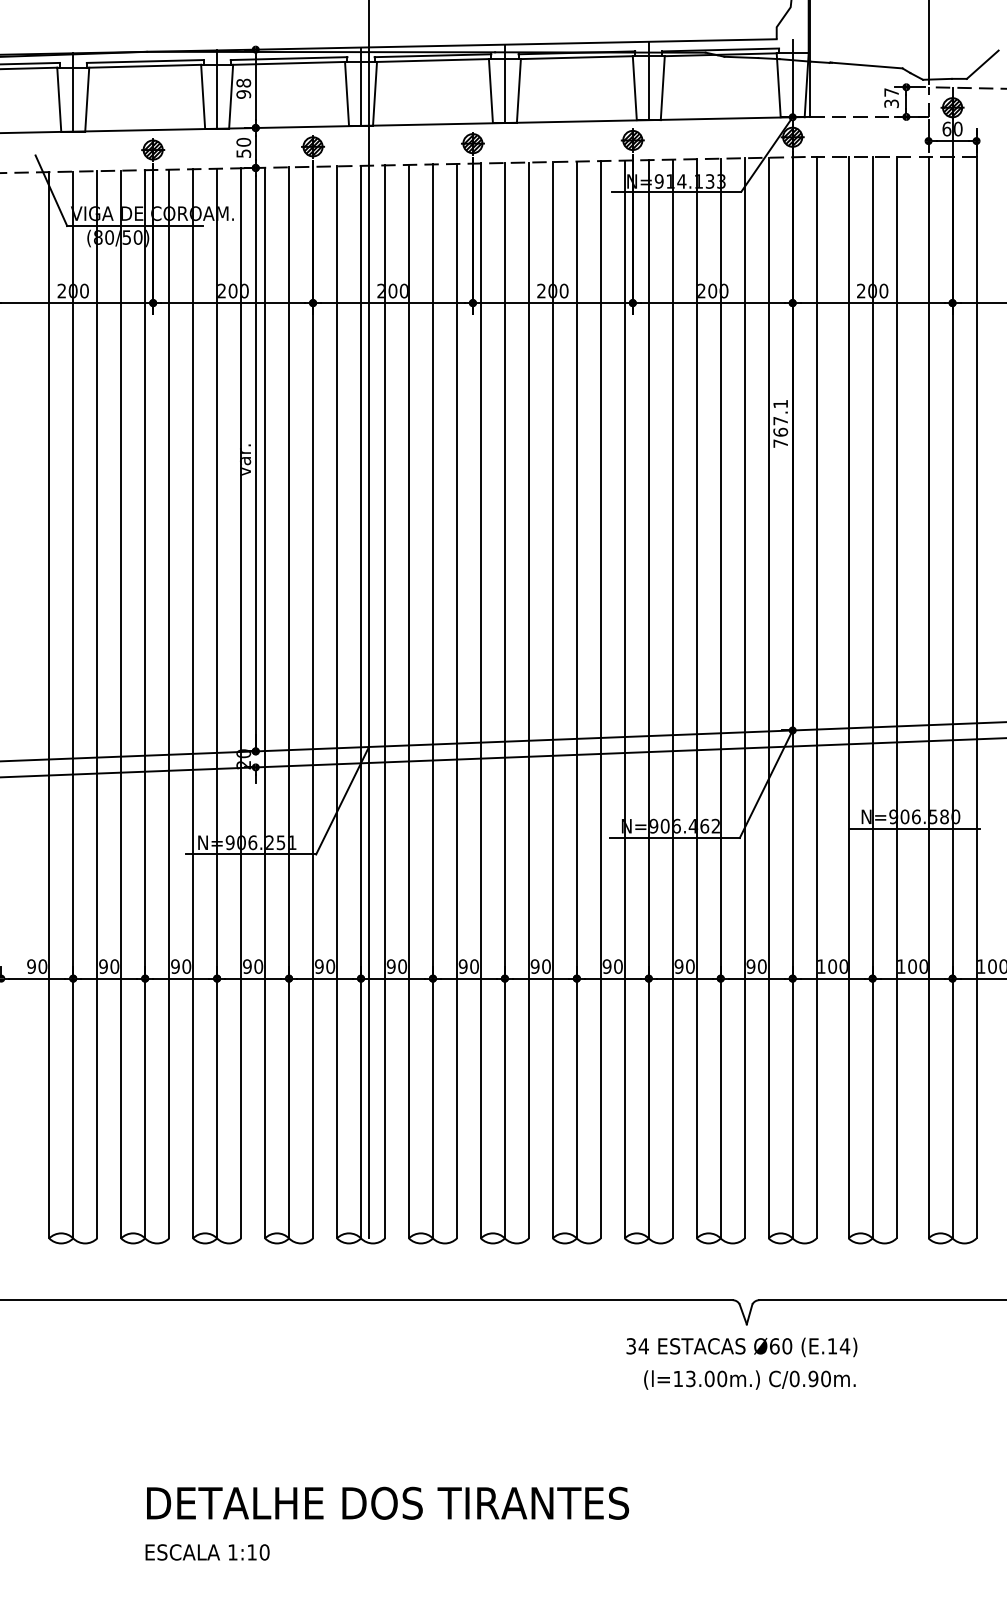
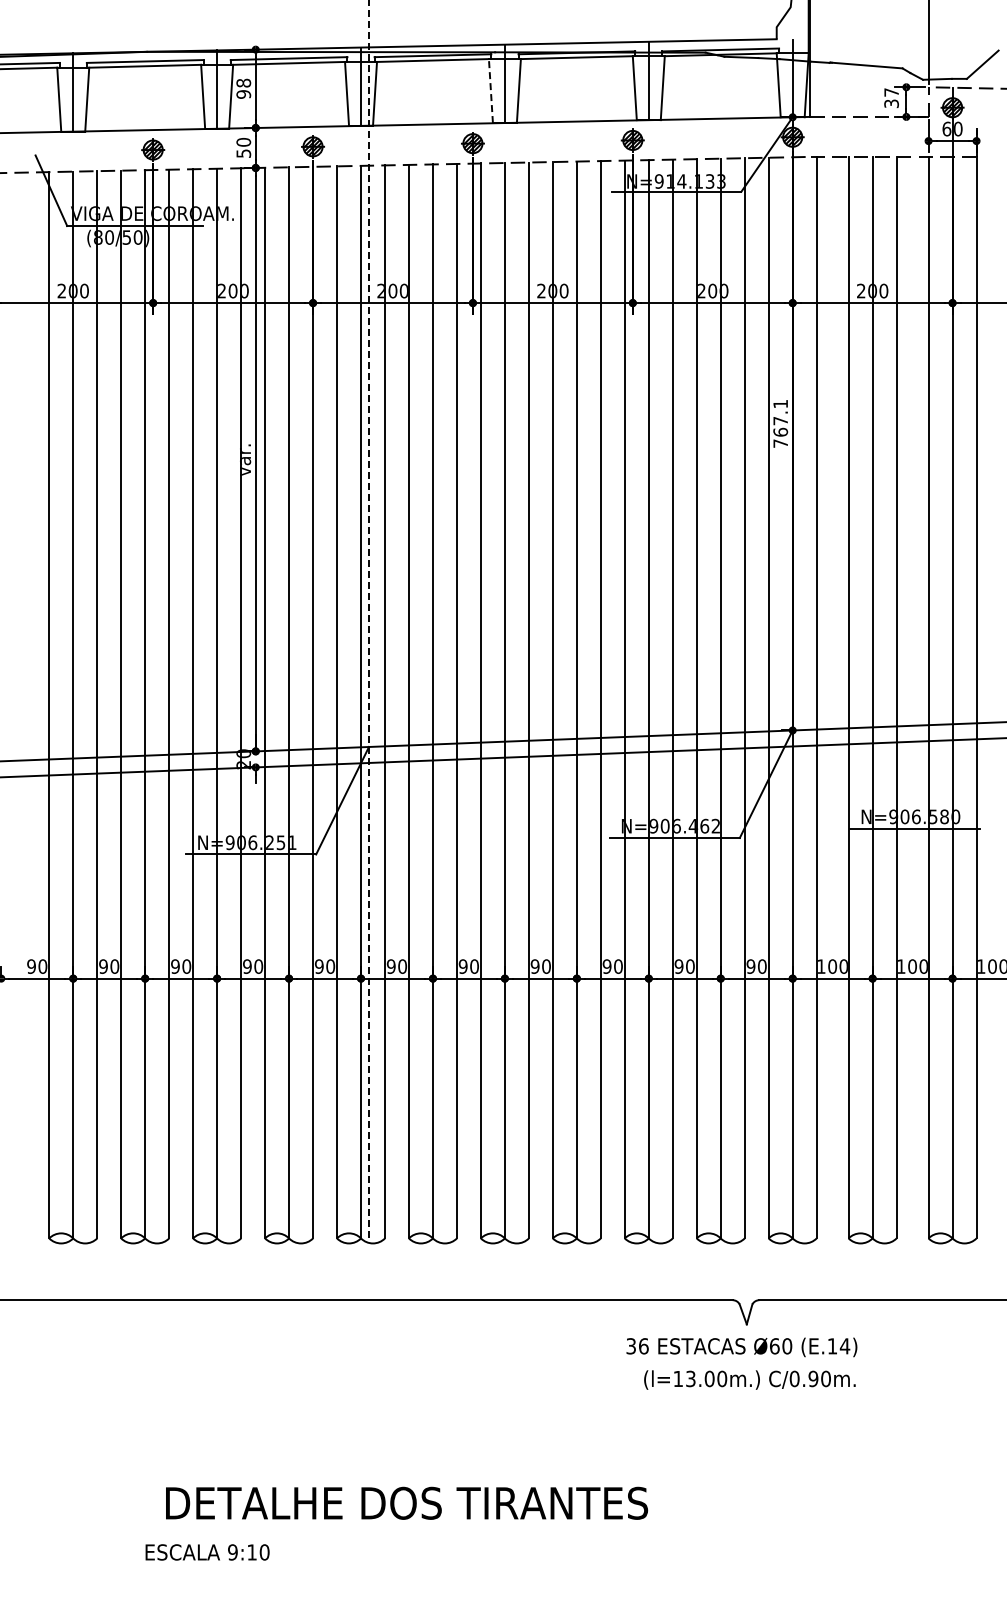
line at (490, 90): solid -> dashed
line at (369, 619): solid -> dashed
text at (643, 1346): 34 -> 36
text at (388, 1502) position: (388, 1502) -> (407, 1502)
text at (232, 1552): 1:10 -> 9:10
